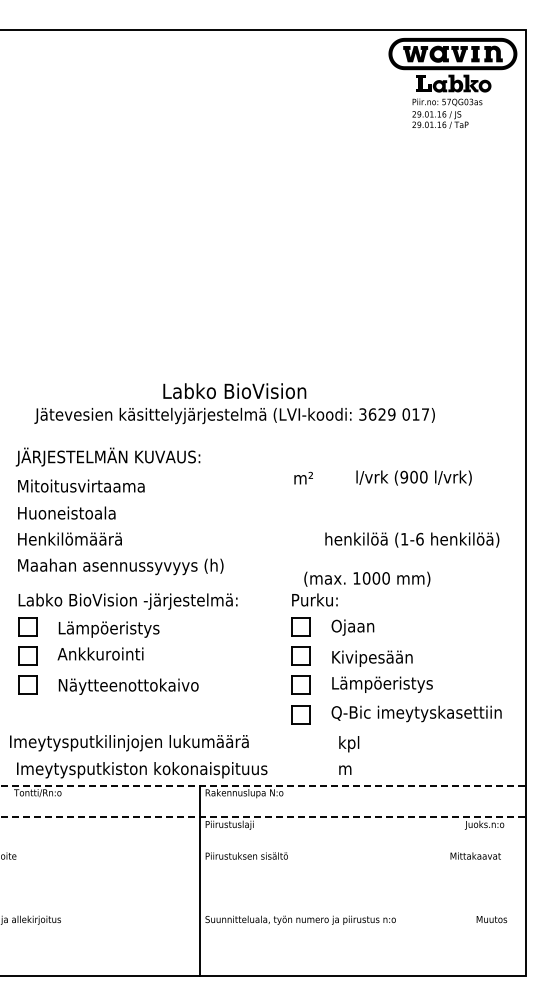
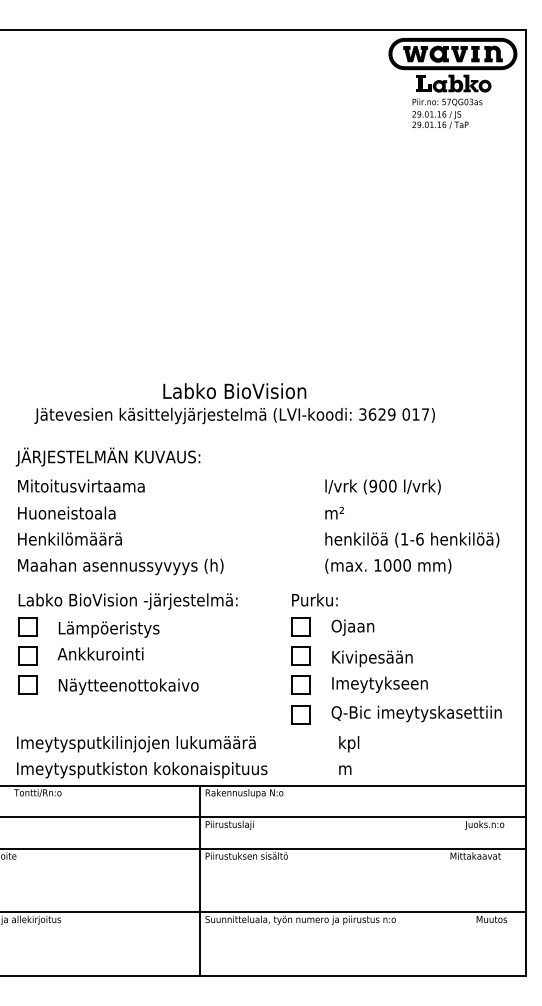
text at (303, 477) position: (303, 477) -> (334, 512)
text at (413, 477) position: (413, 477) -> (382, 486)
text at (367, 578) position: (367, 578) -> (388, 565)
text at (382, 684): Lämpöeristys -> Imeytykseen
text at (129, 743) position: (129, 743) -> (136, 744)
line at (262, 785): dashed -> solid
line at (262, 817): dashed -> solid
line at (263, 849): none -> present
line at (263, 912): none -> present
